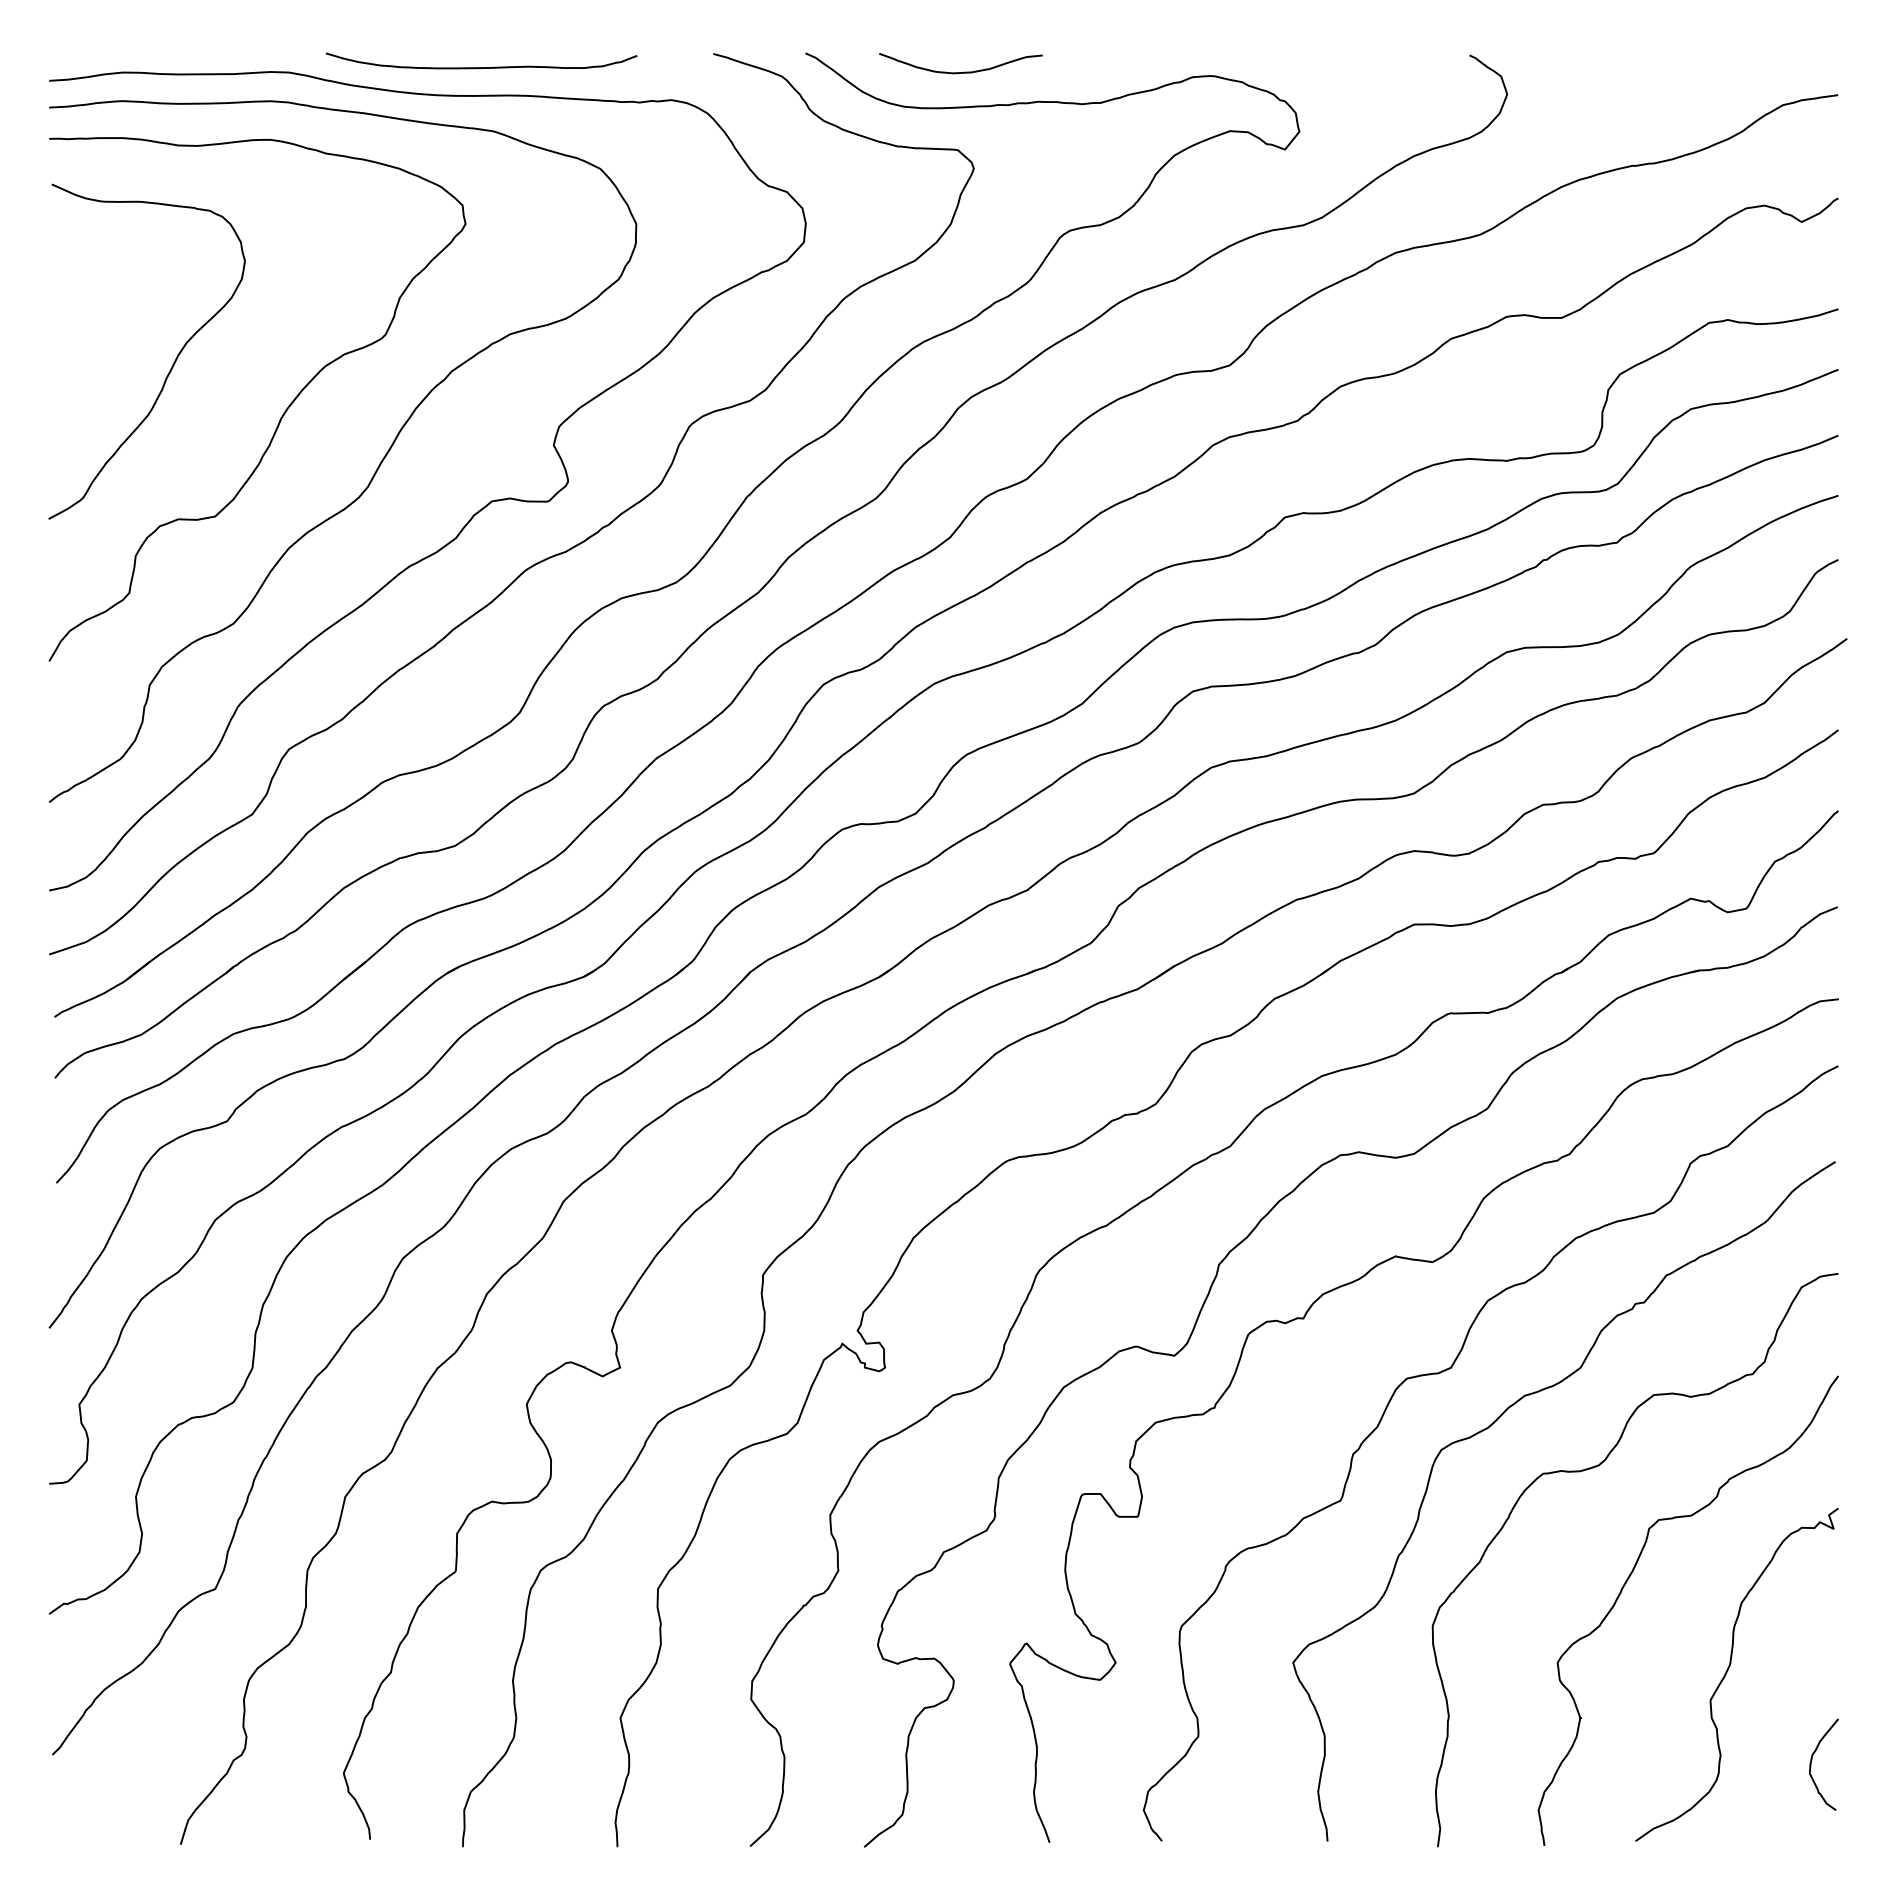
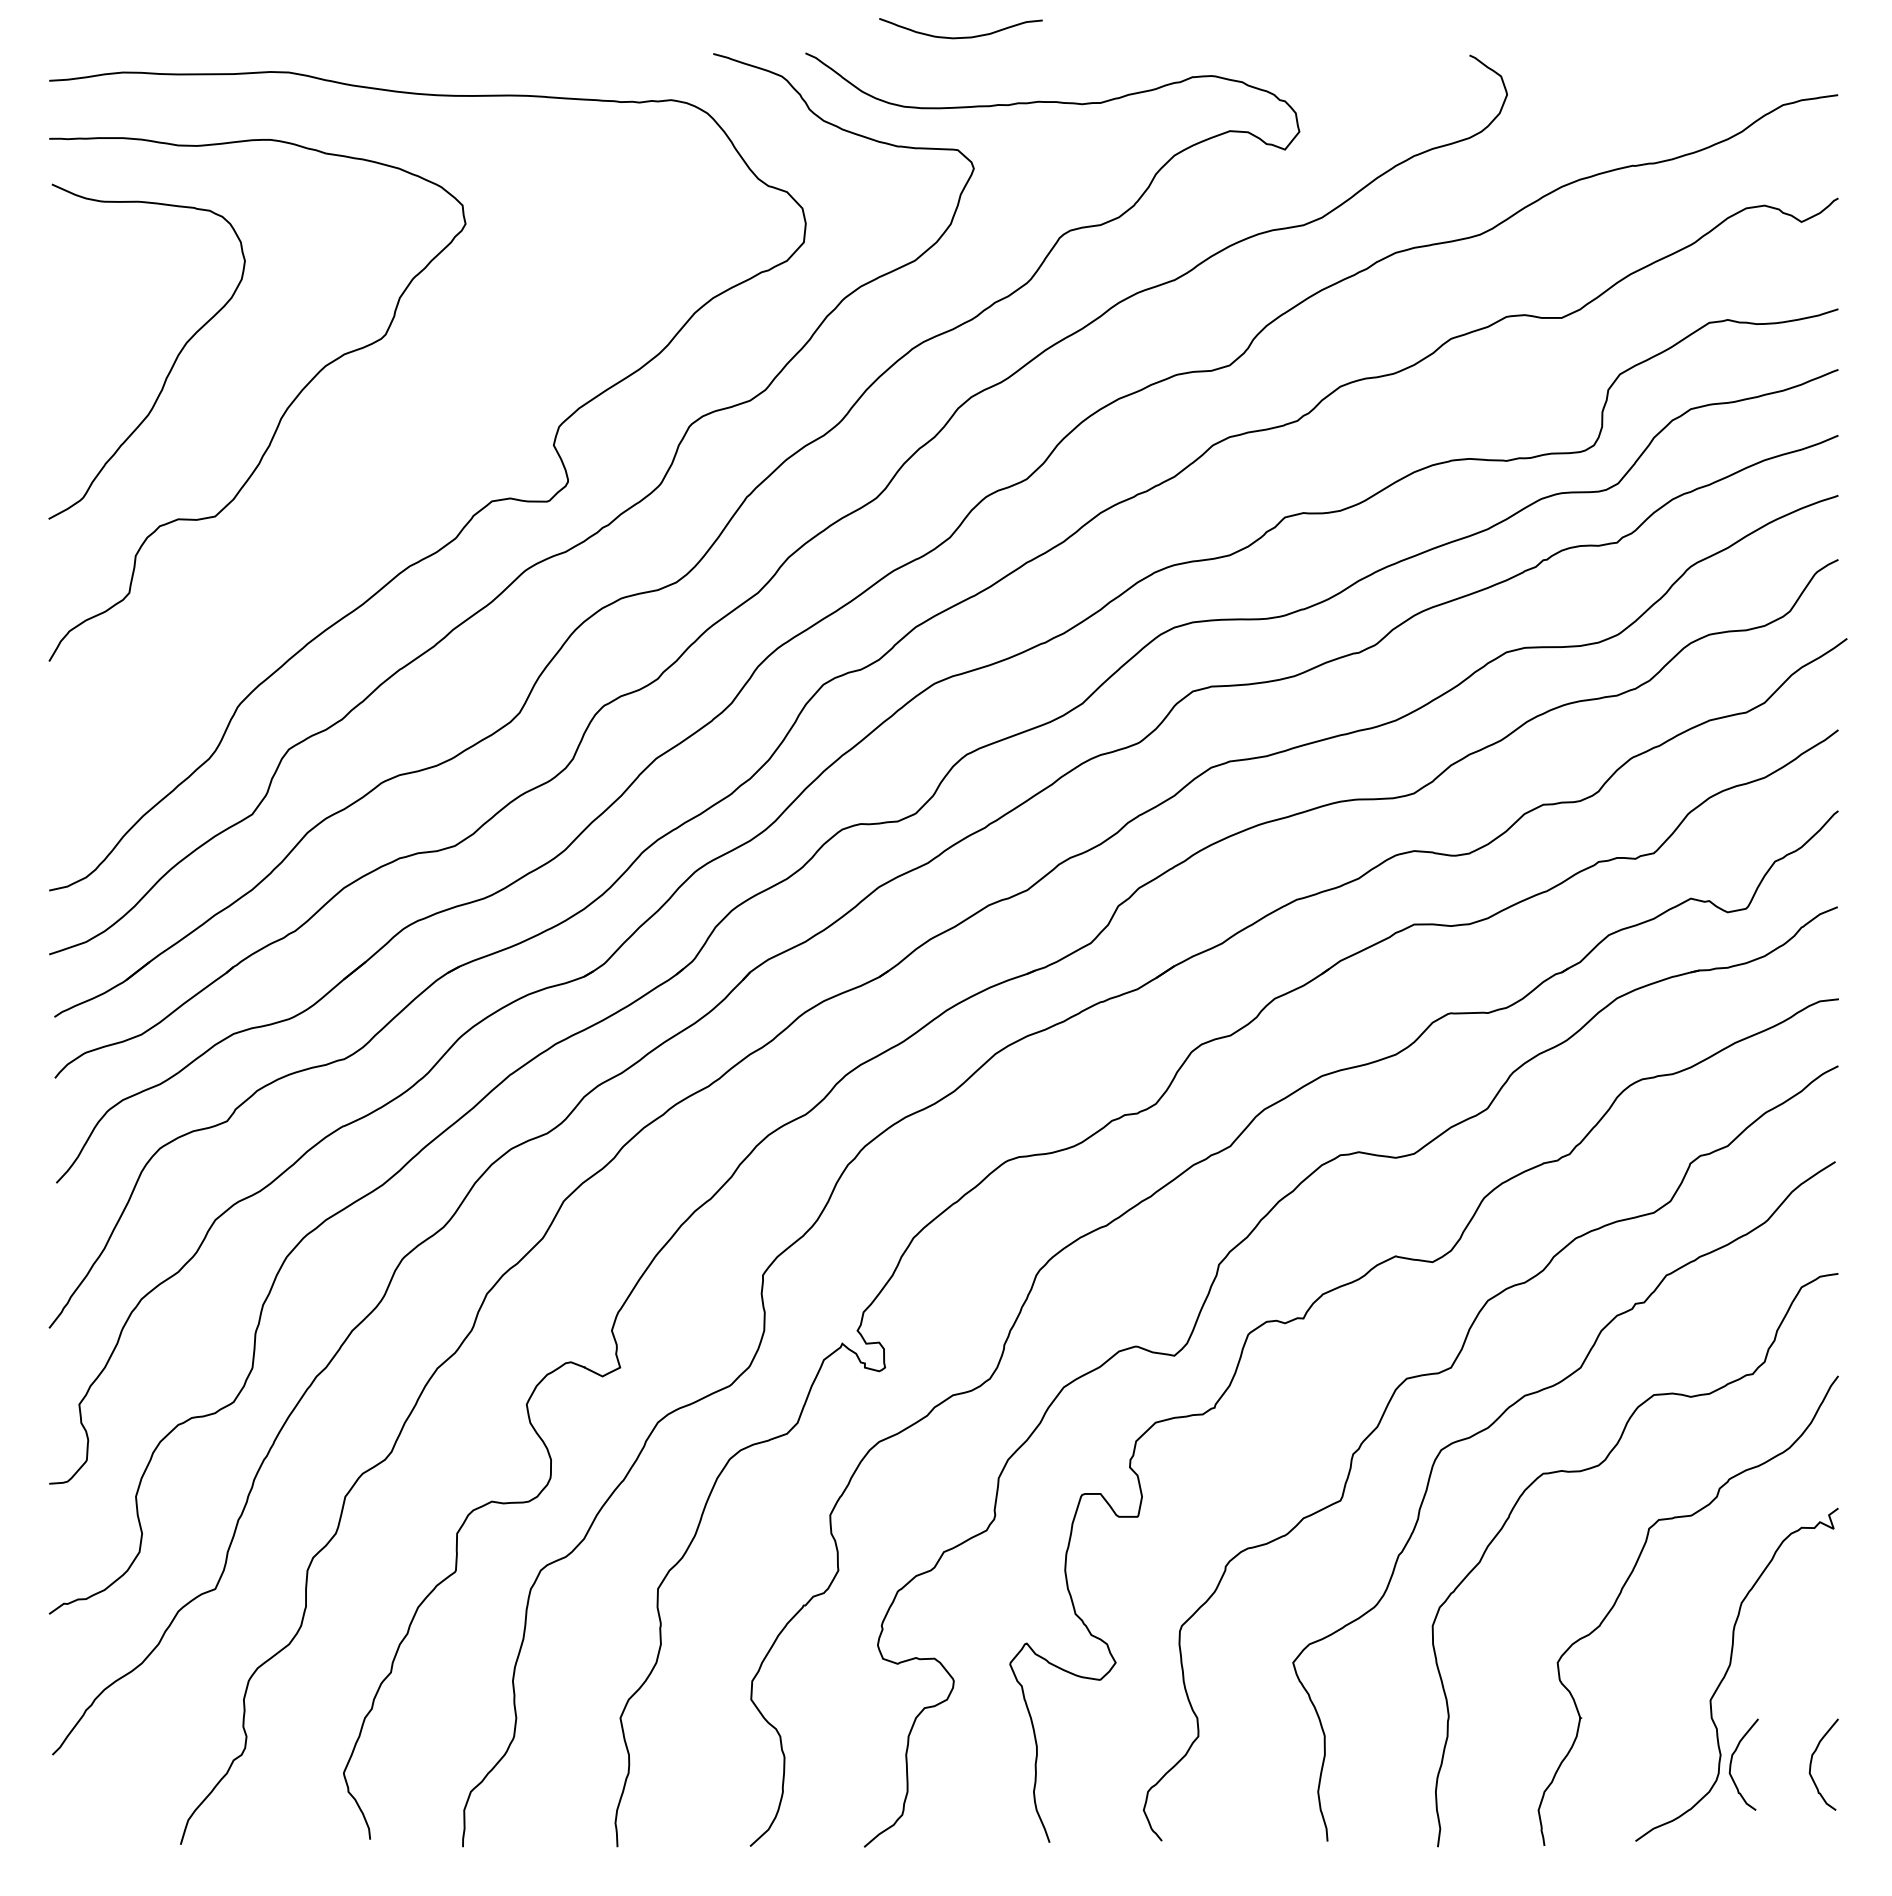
curve at (481, 67): present -> none
curve at (963, 71) position: (963, 71) -> (963, 36)
curve at (375, 470): present -> none
curve at (1732, 1760): none -> present
